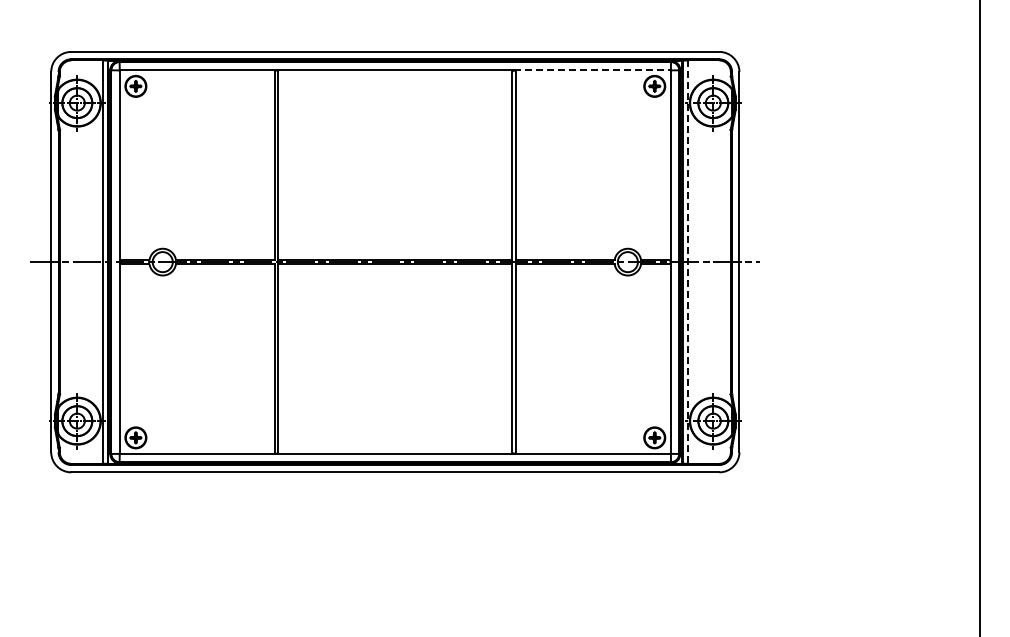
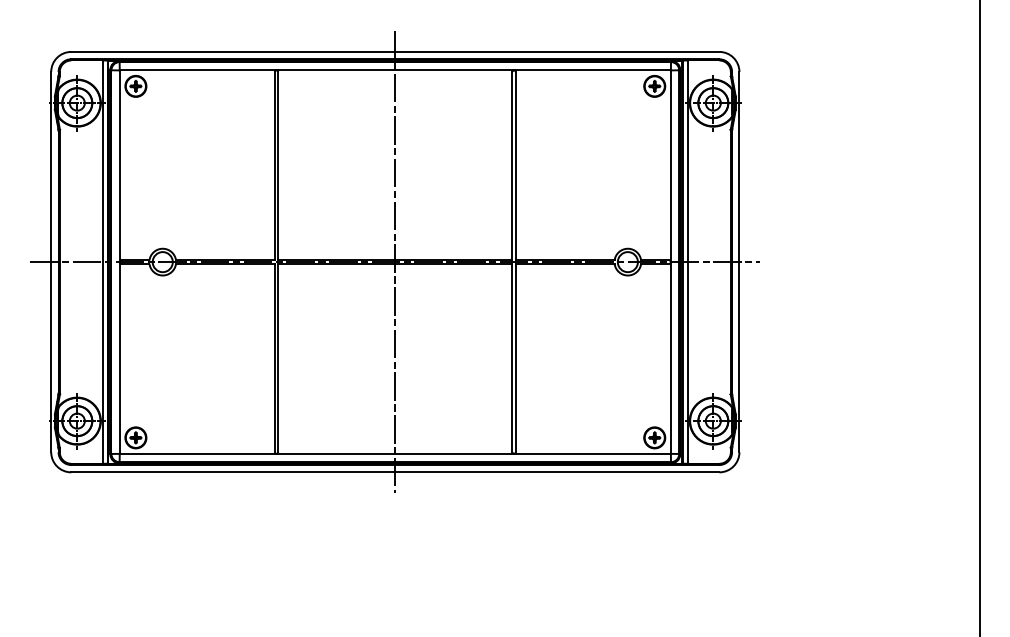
line at (593, 70): dashed -> solid
line at (395, 262): none -> present
line at (688, 262): dashed -> solid
